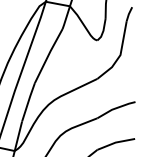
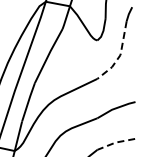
line at (120, 55): solid -> dashed
line at (115, 142): solid -> dashed
